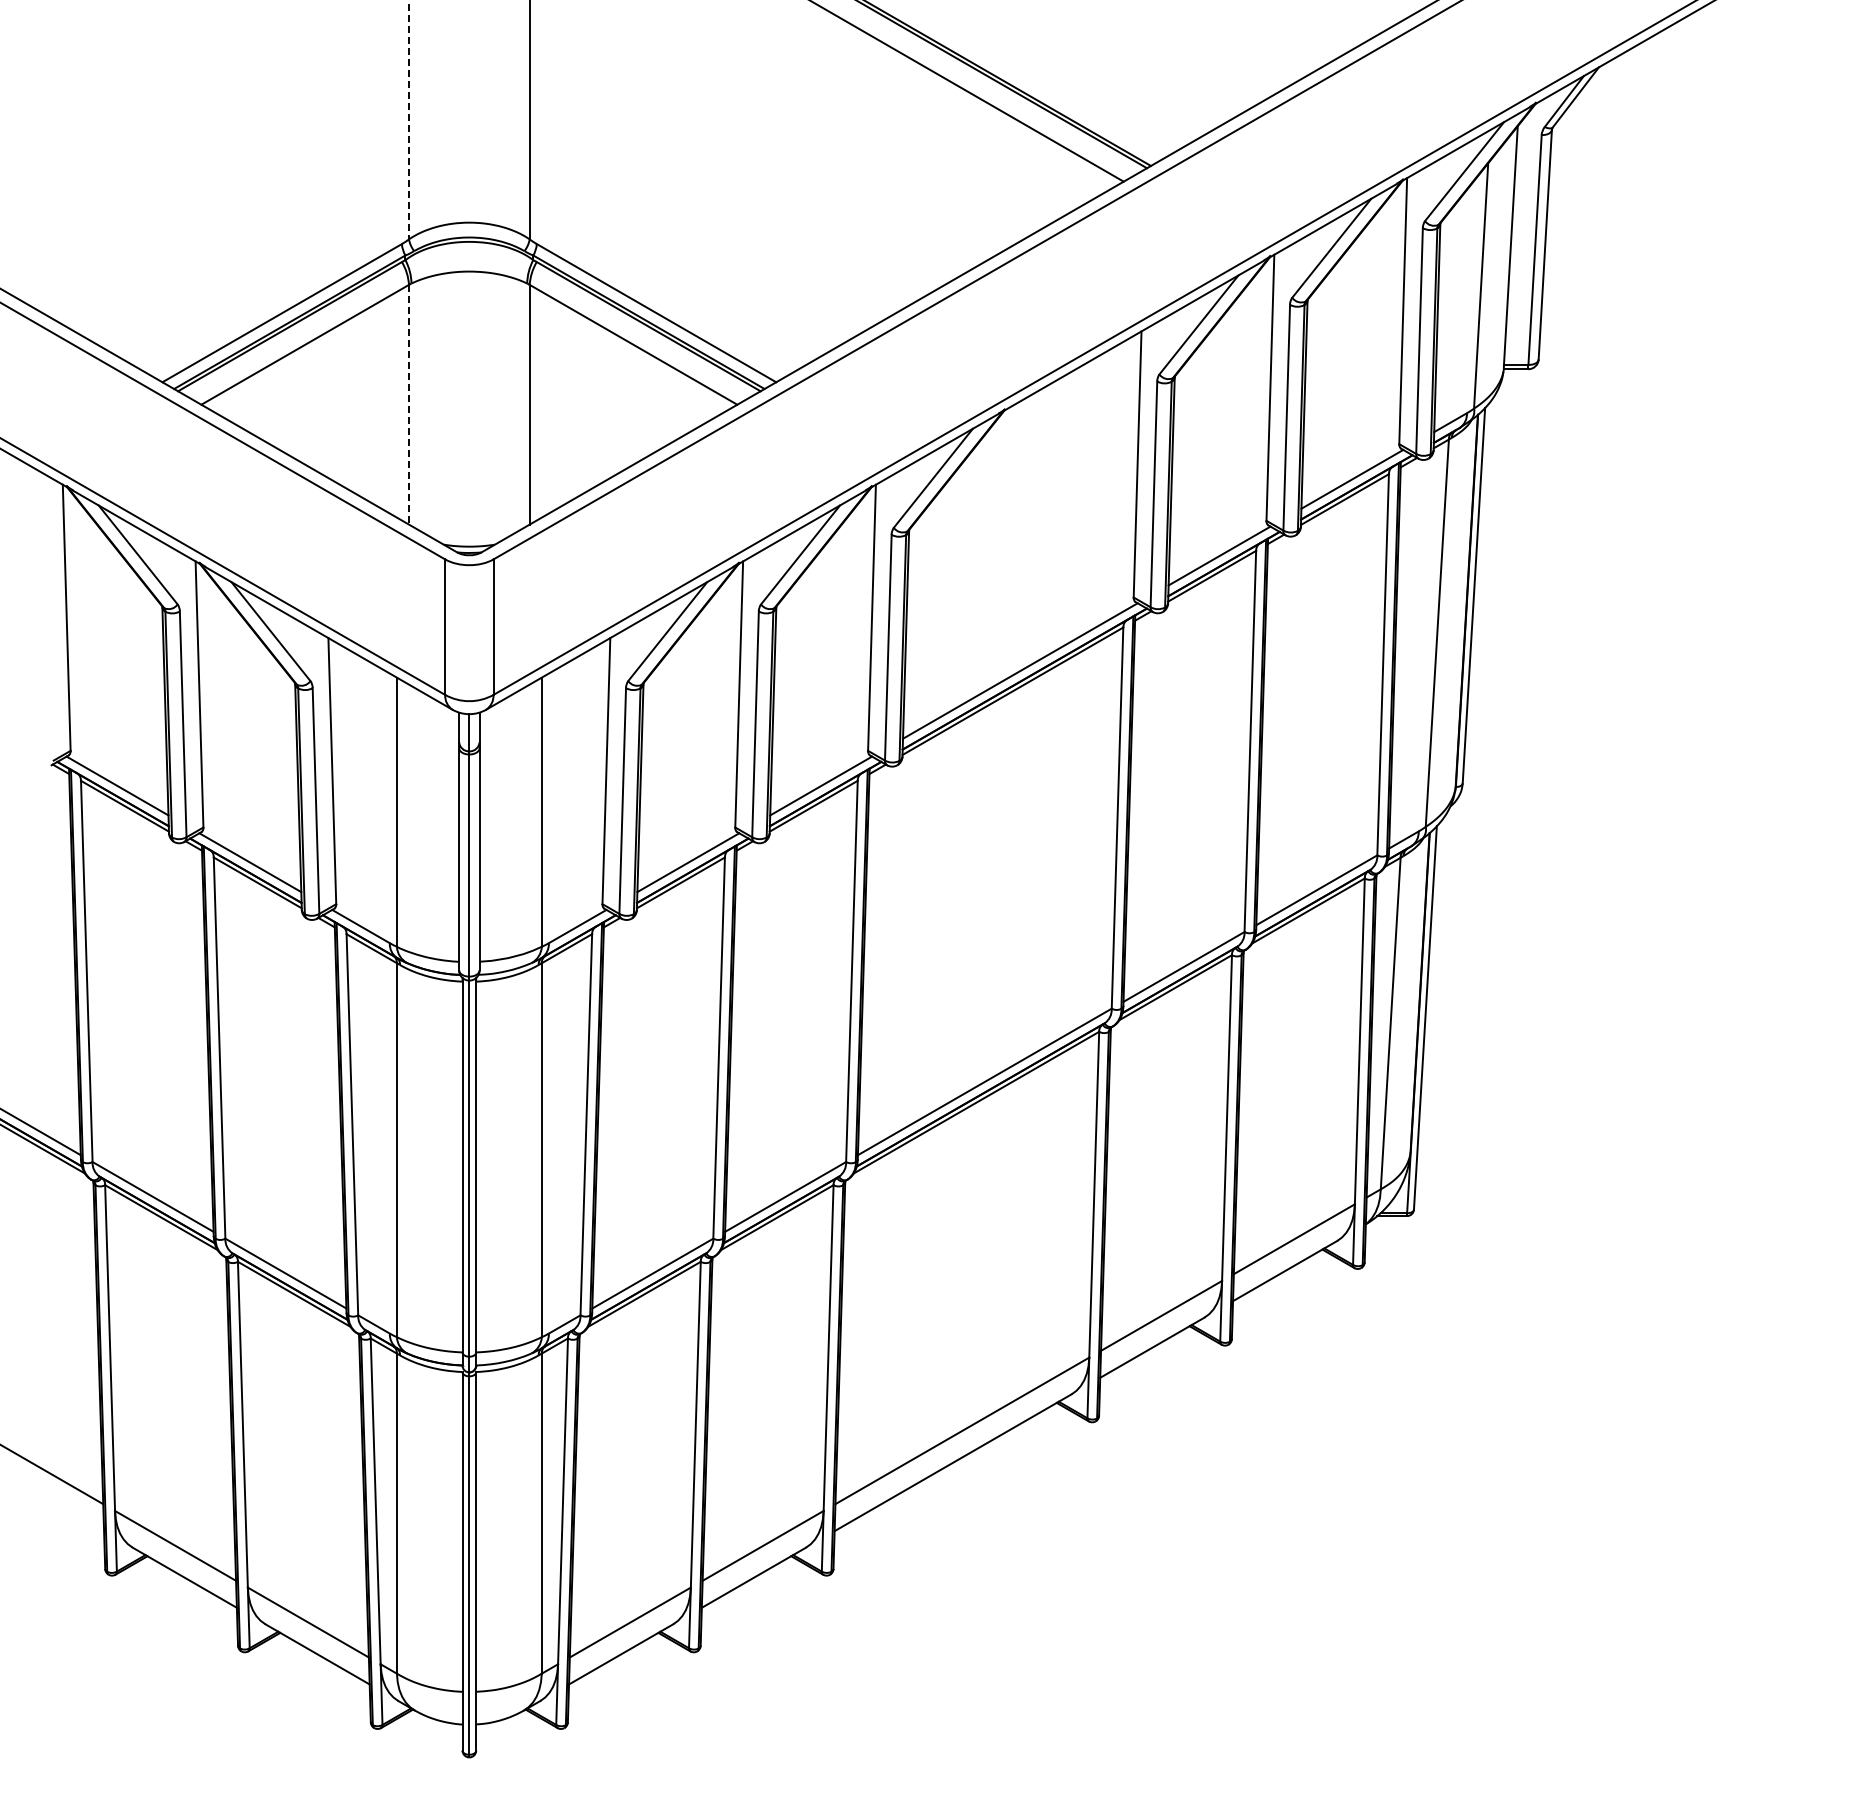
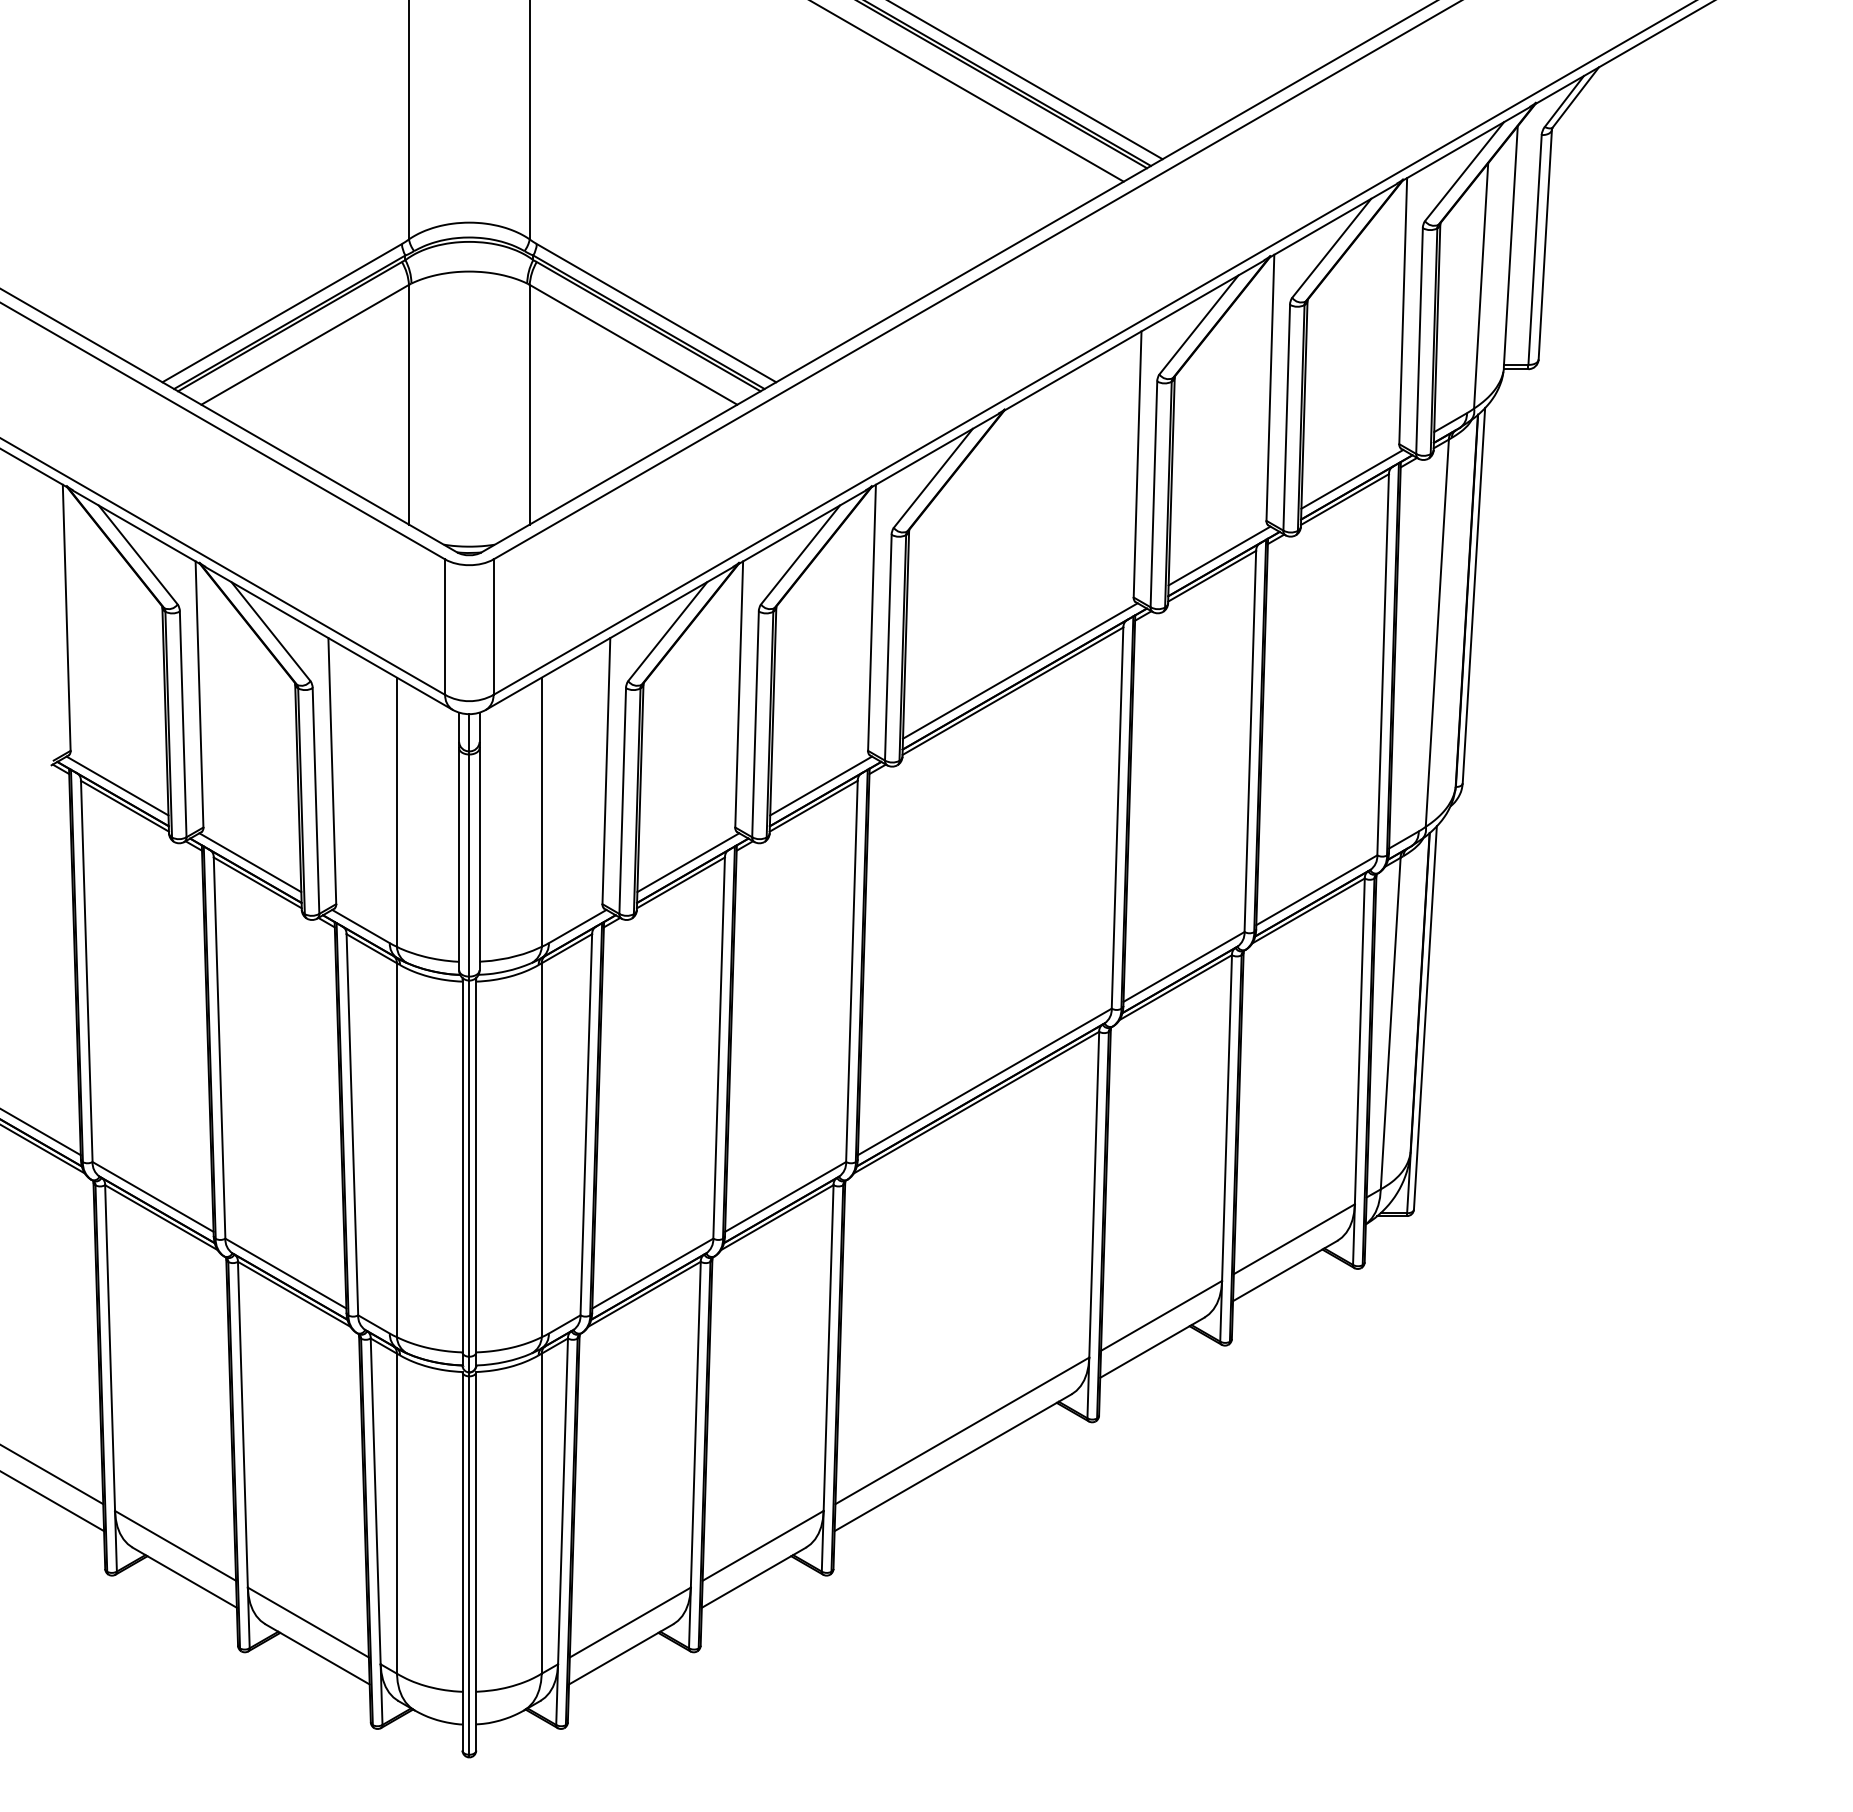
line at (1026, 80): none -> present
line at (409, 120): dashed -> solid
line at (409, 404): dashed -> solid
line at (53, 1501): none -> present
